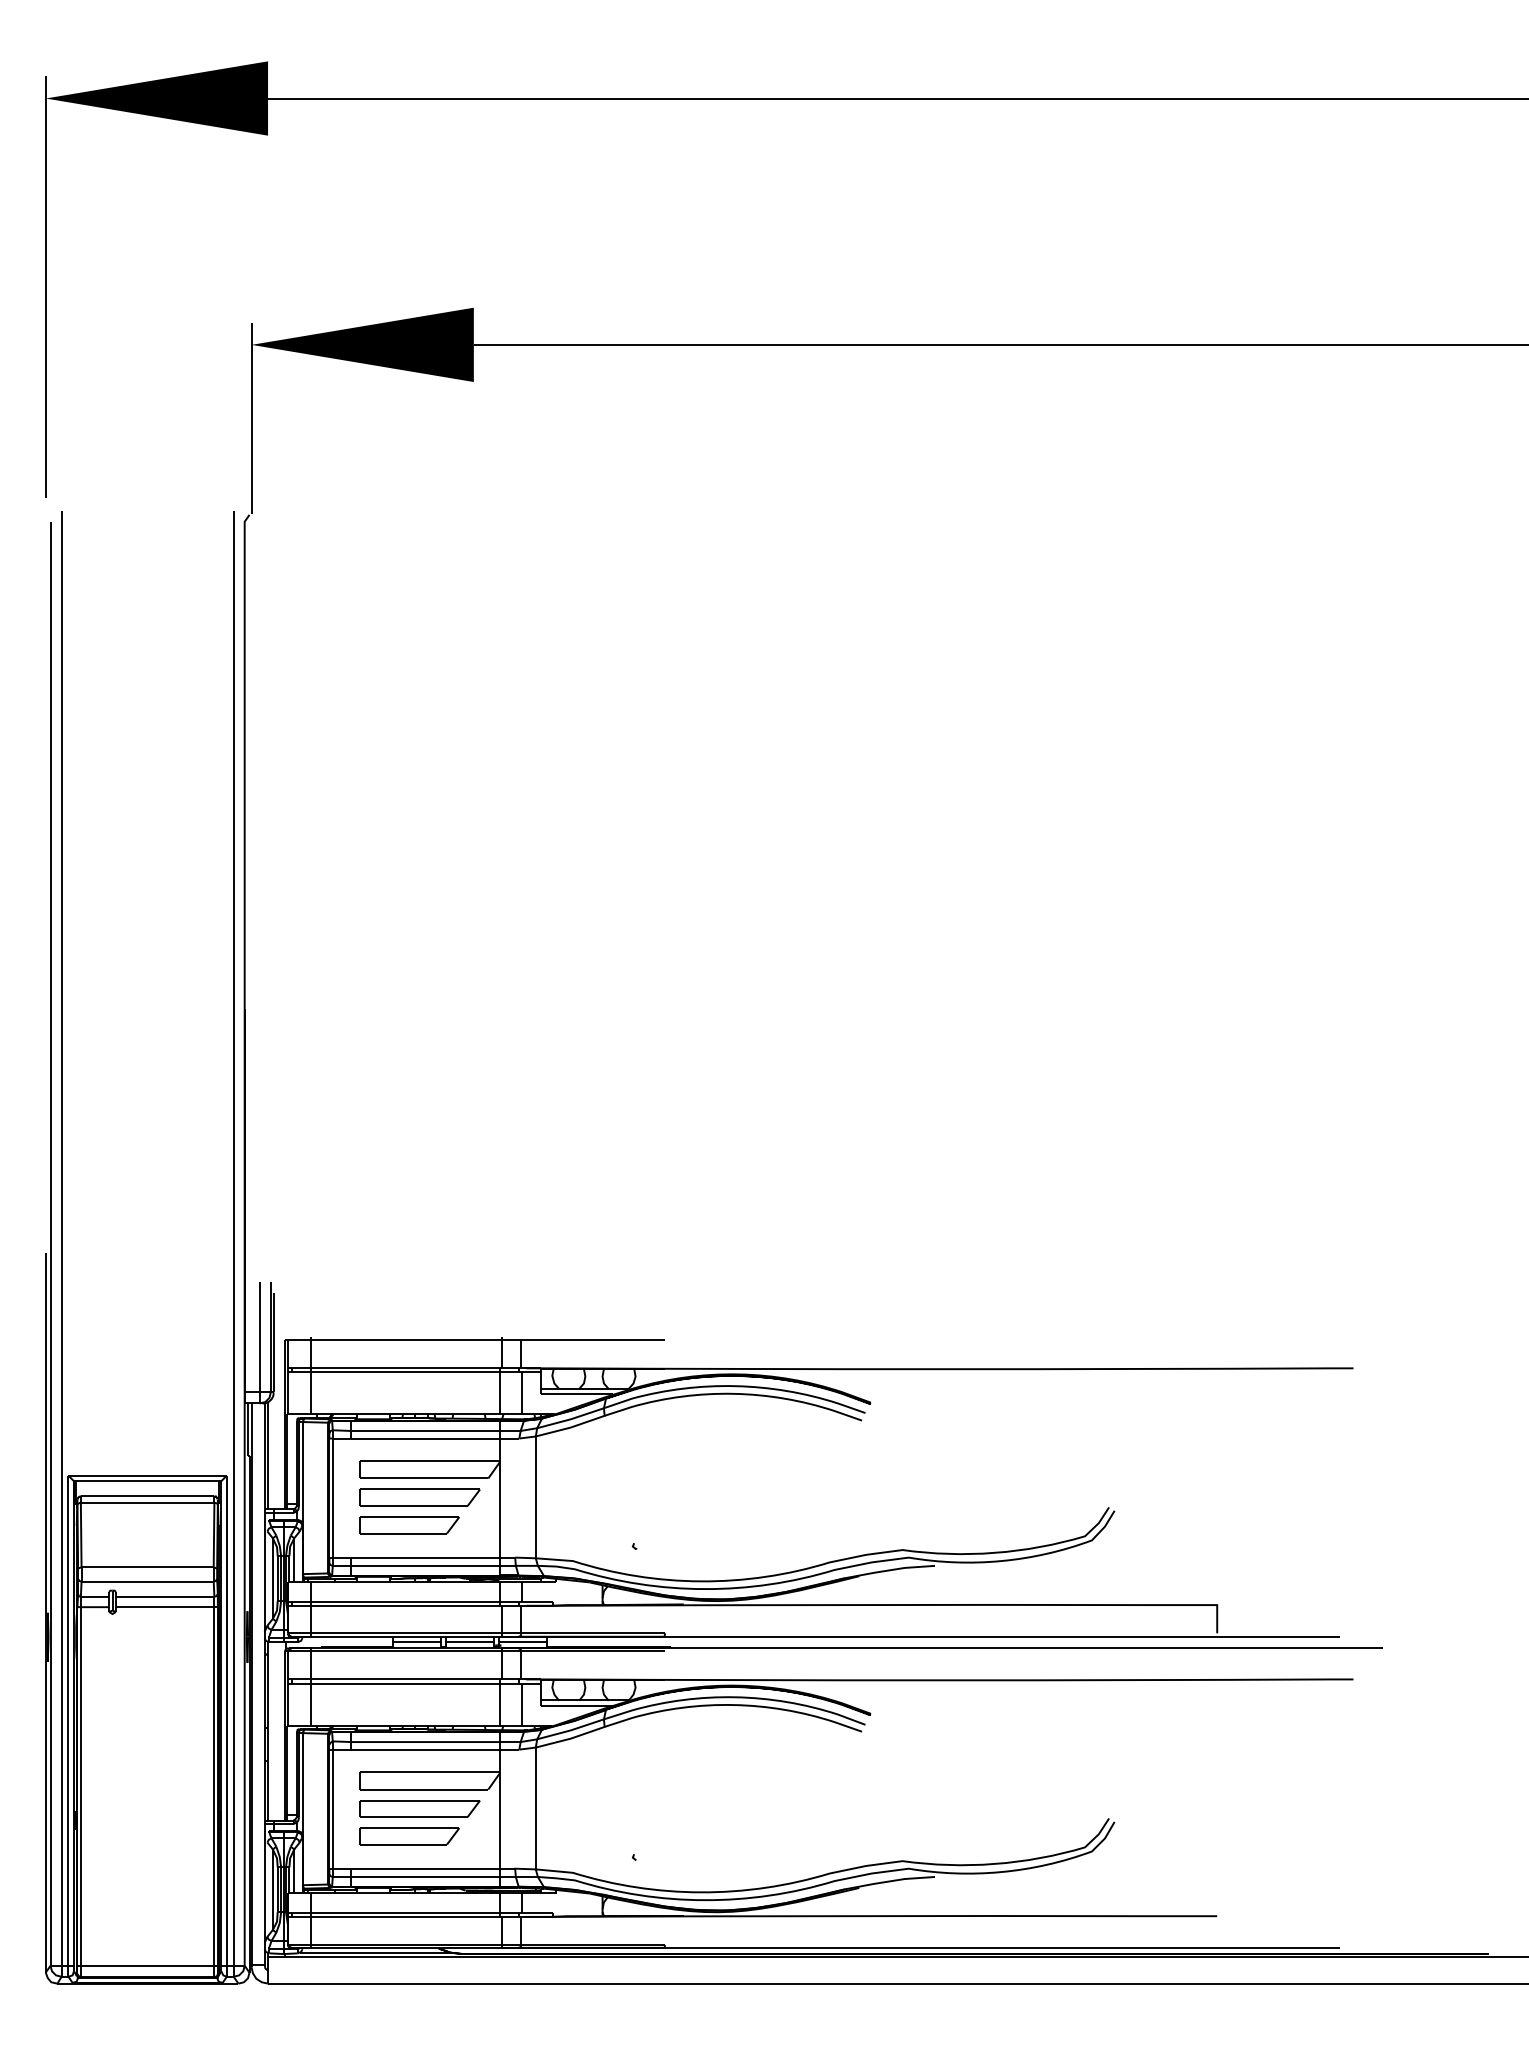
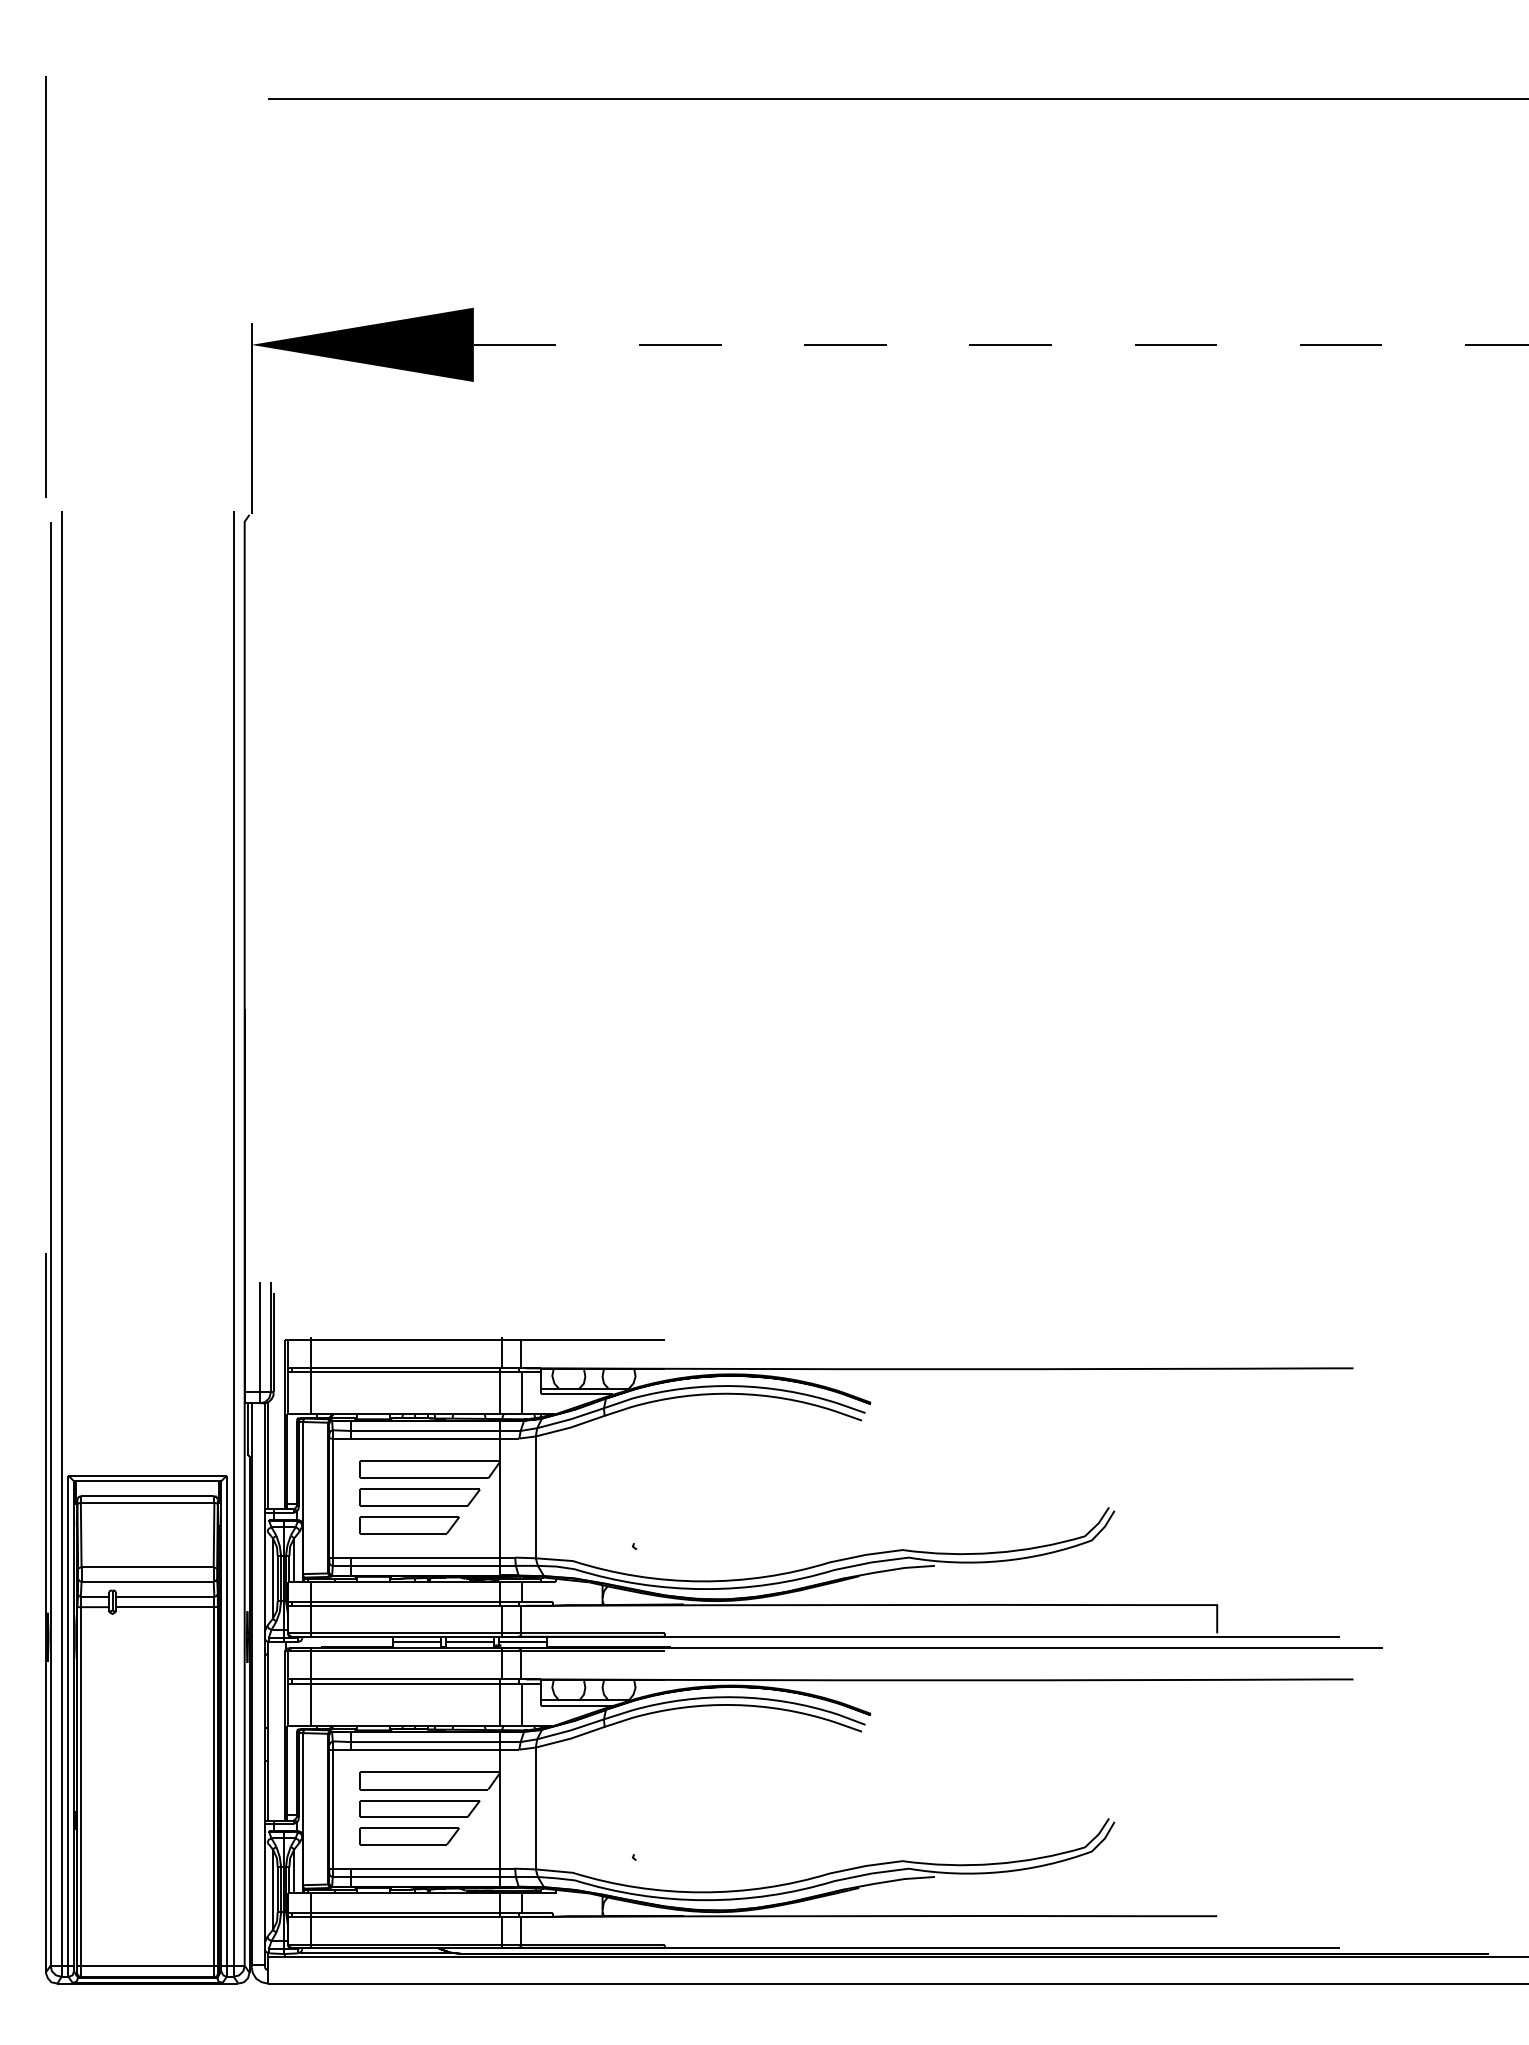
fill at (156, 98): present -> none
line at (1001, 344): solid -> dashed
